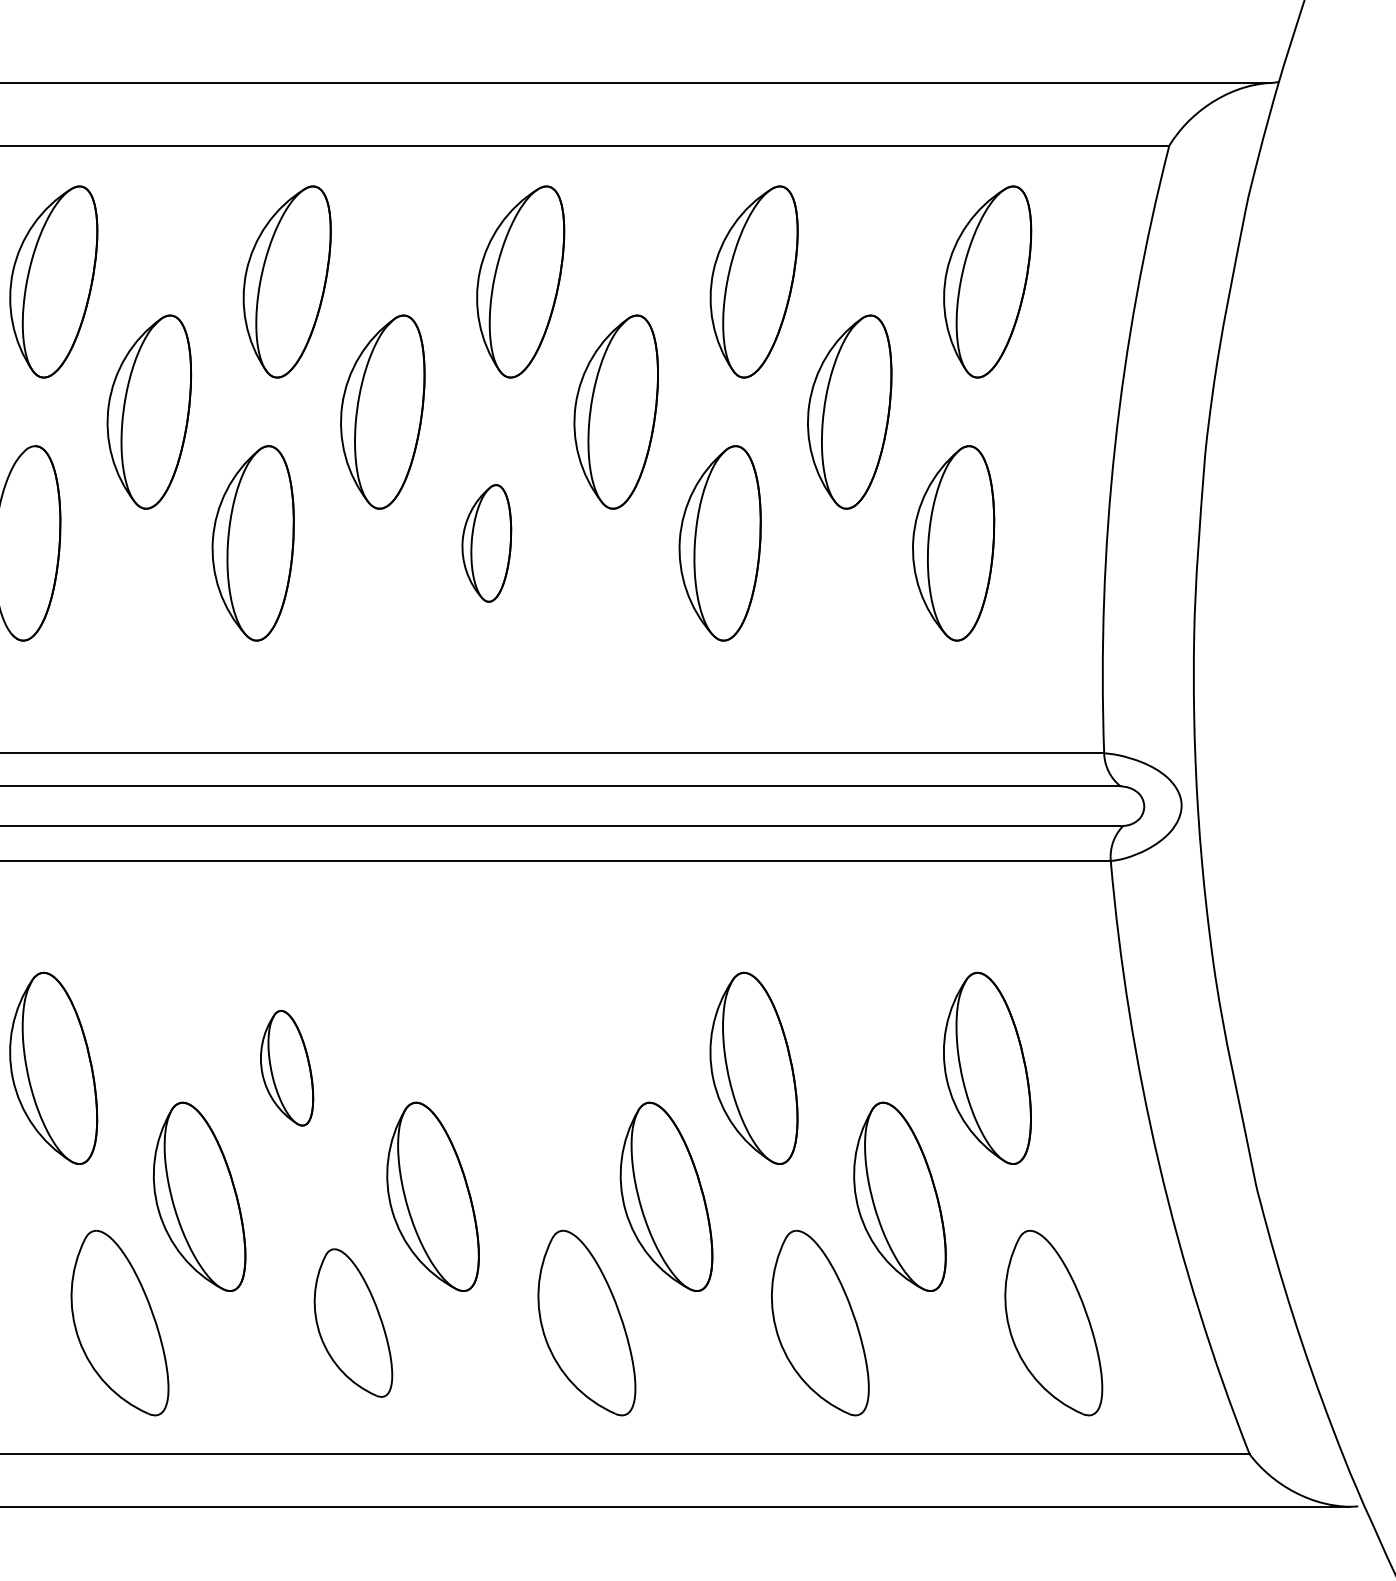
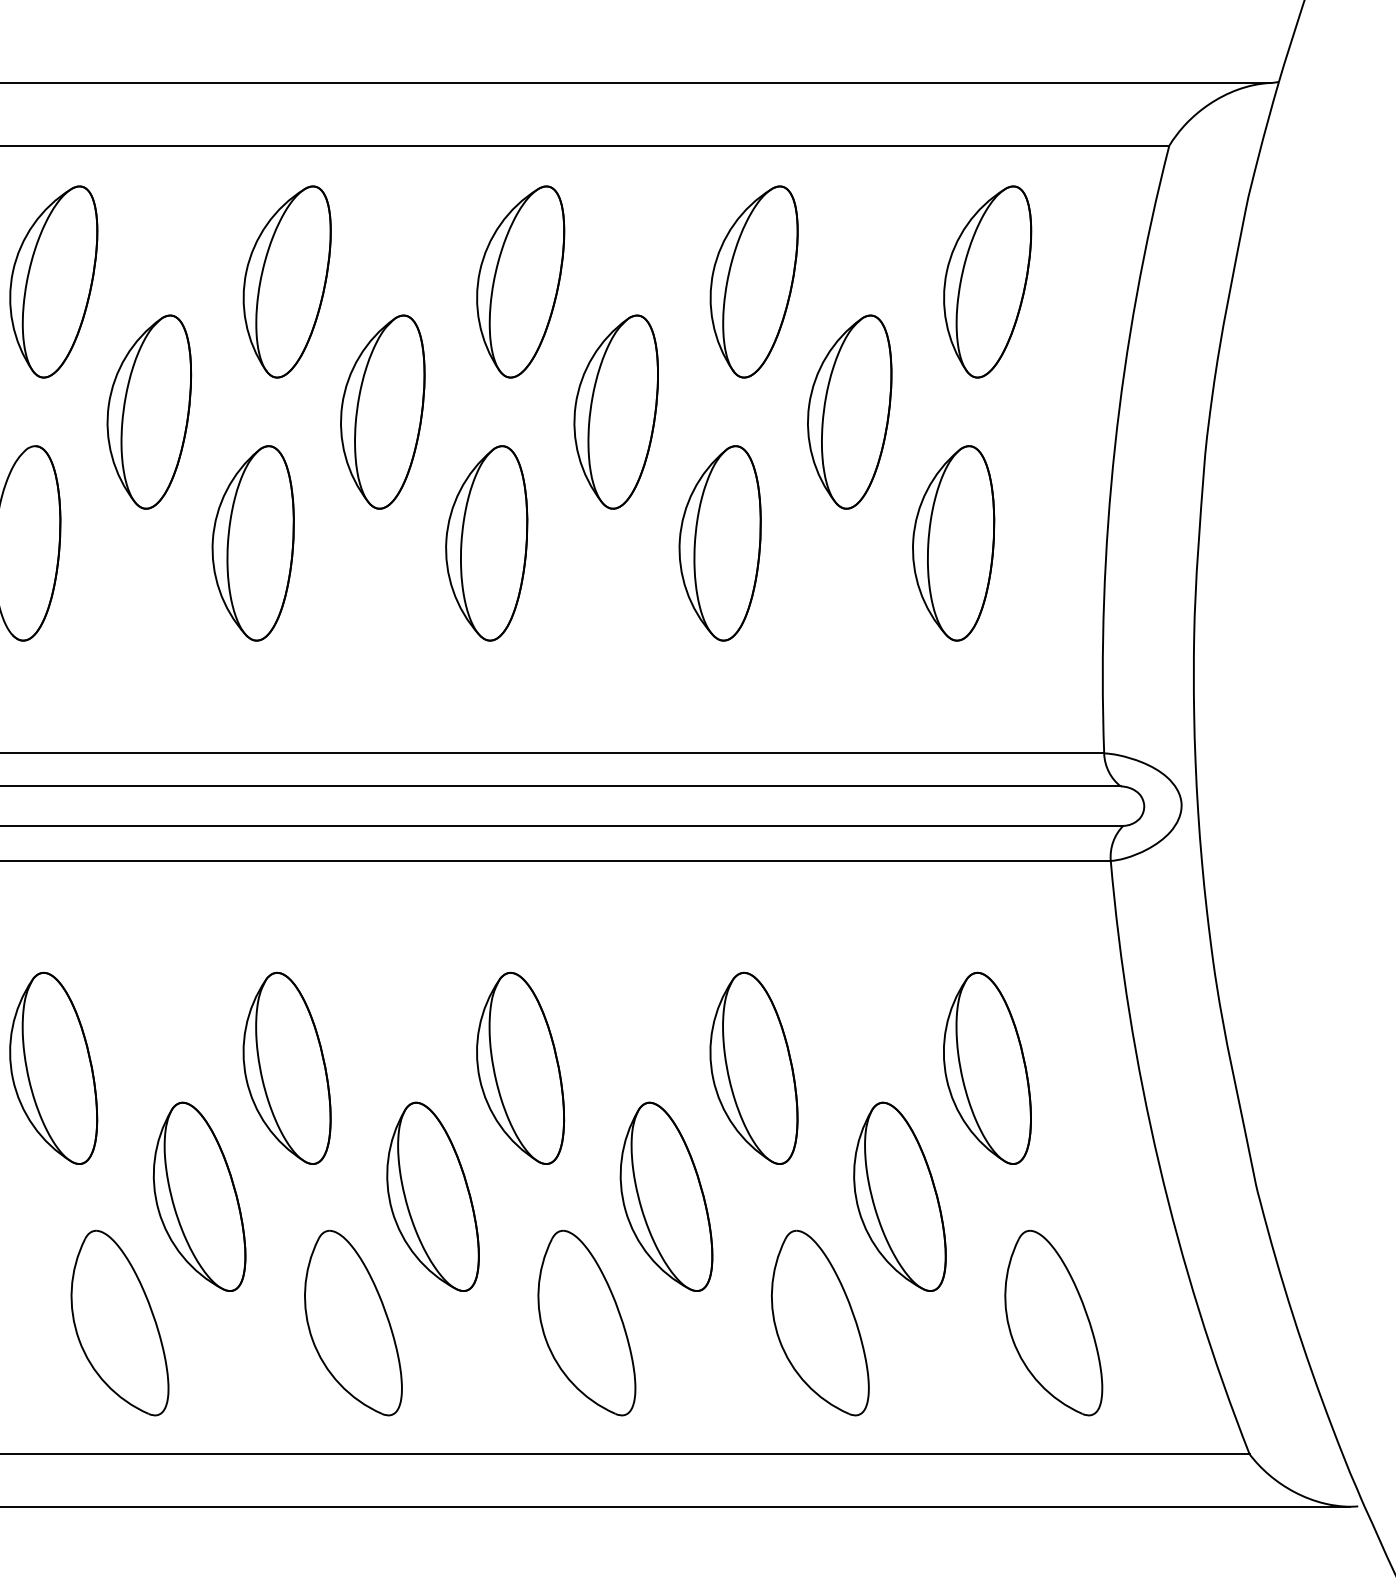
part at (486, 543) size: 52x119 px -> 84x197 px
part at (520, 1067): none -> present
part at (287, 1068) size: 55x117 px -> 90x194 px
part at (353, 1322) size: 81x150 px -> 99x188 px
